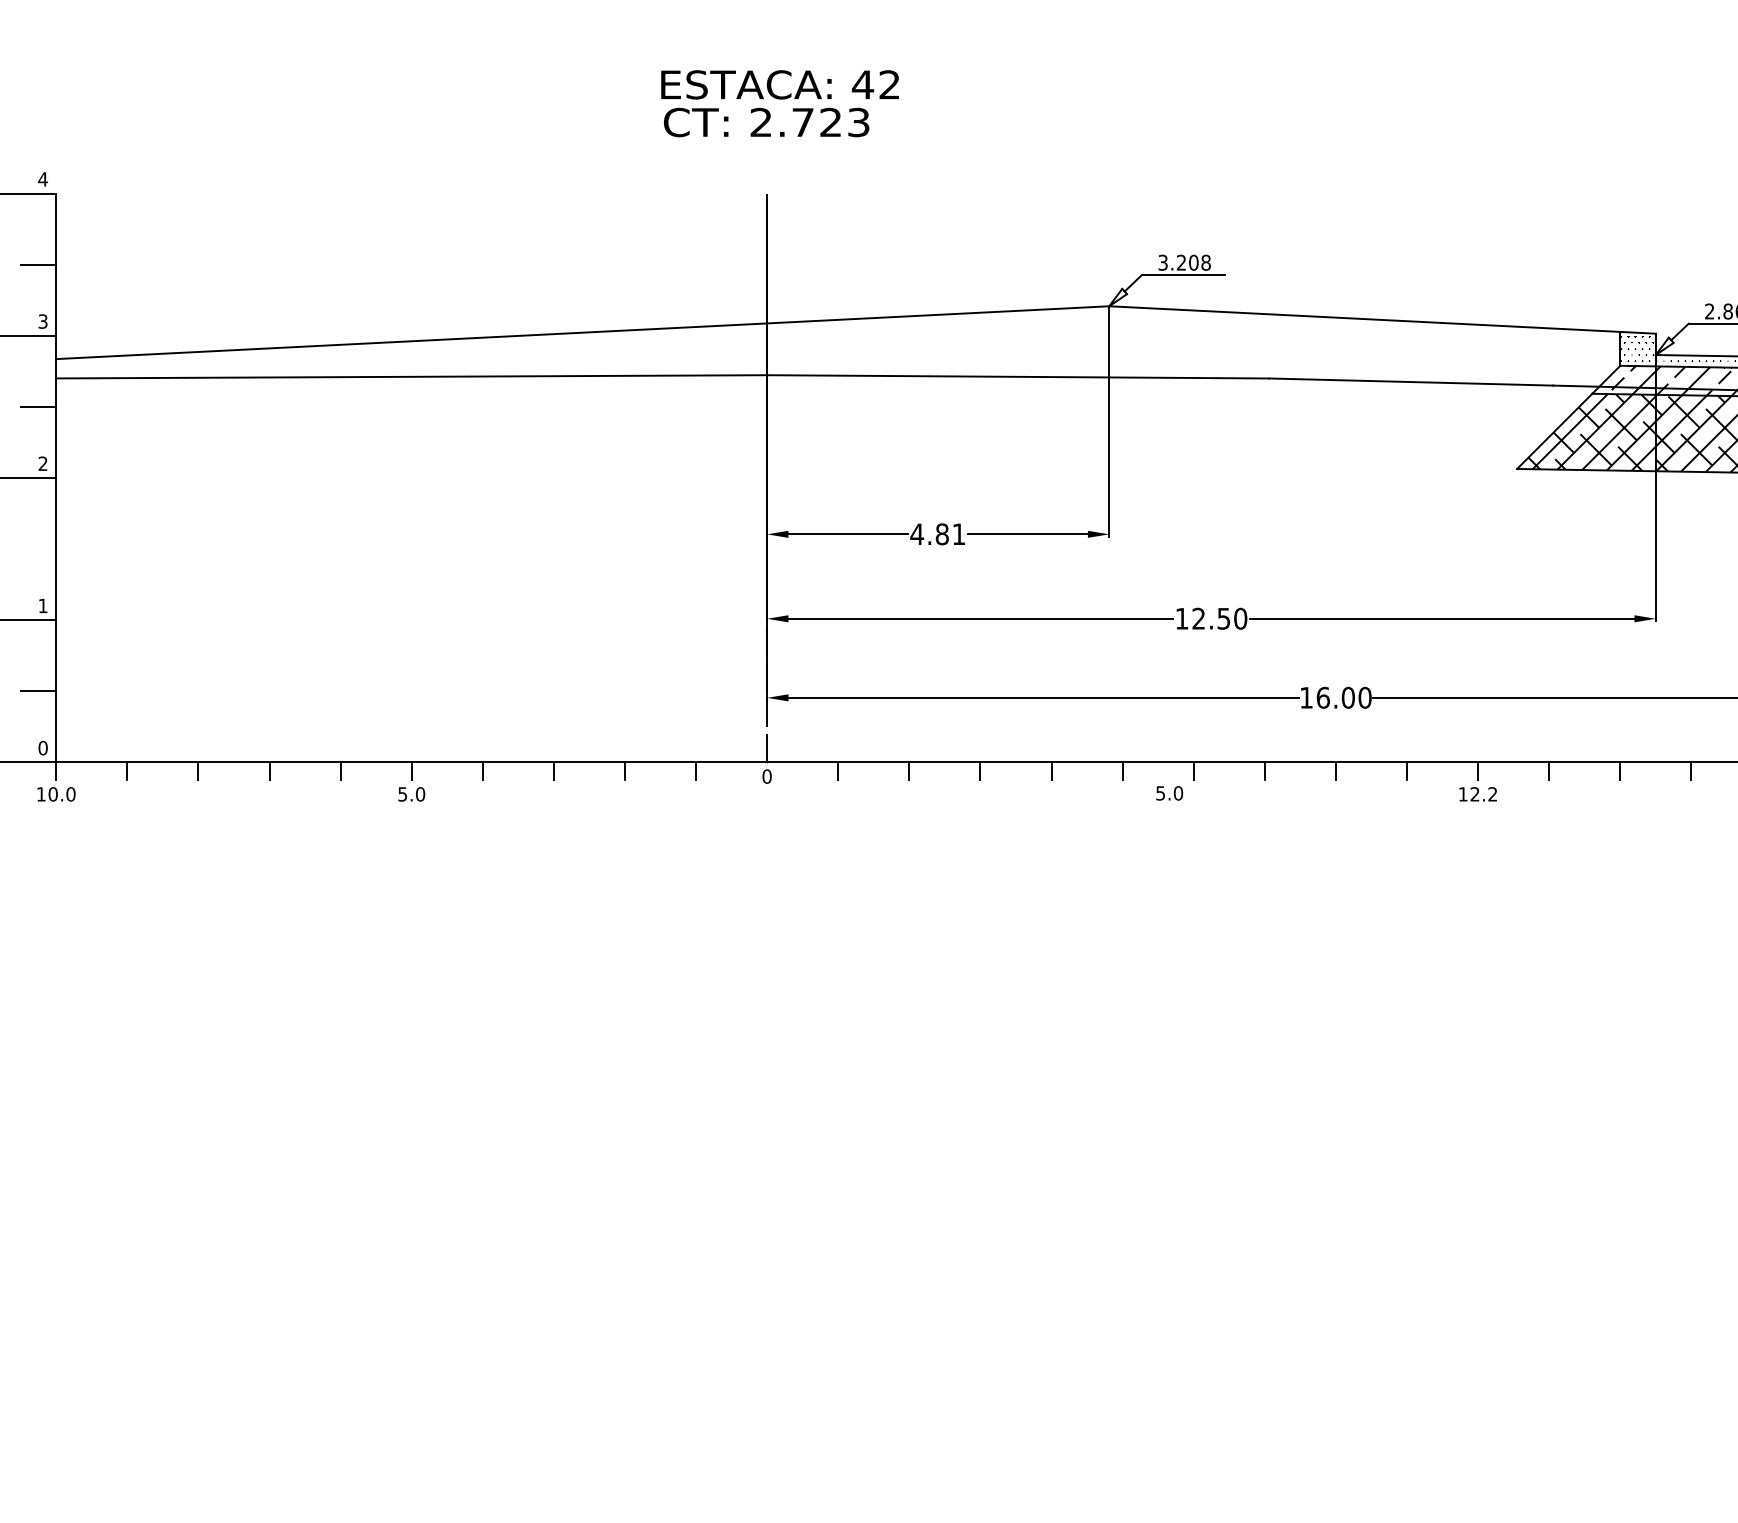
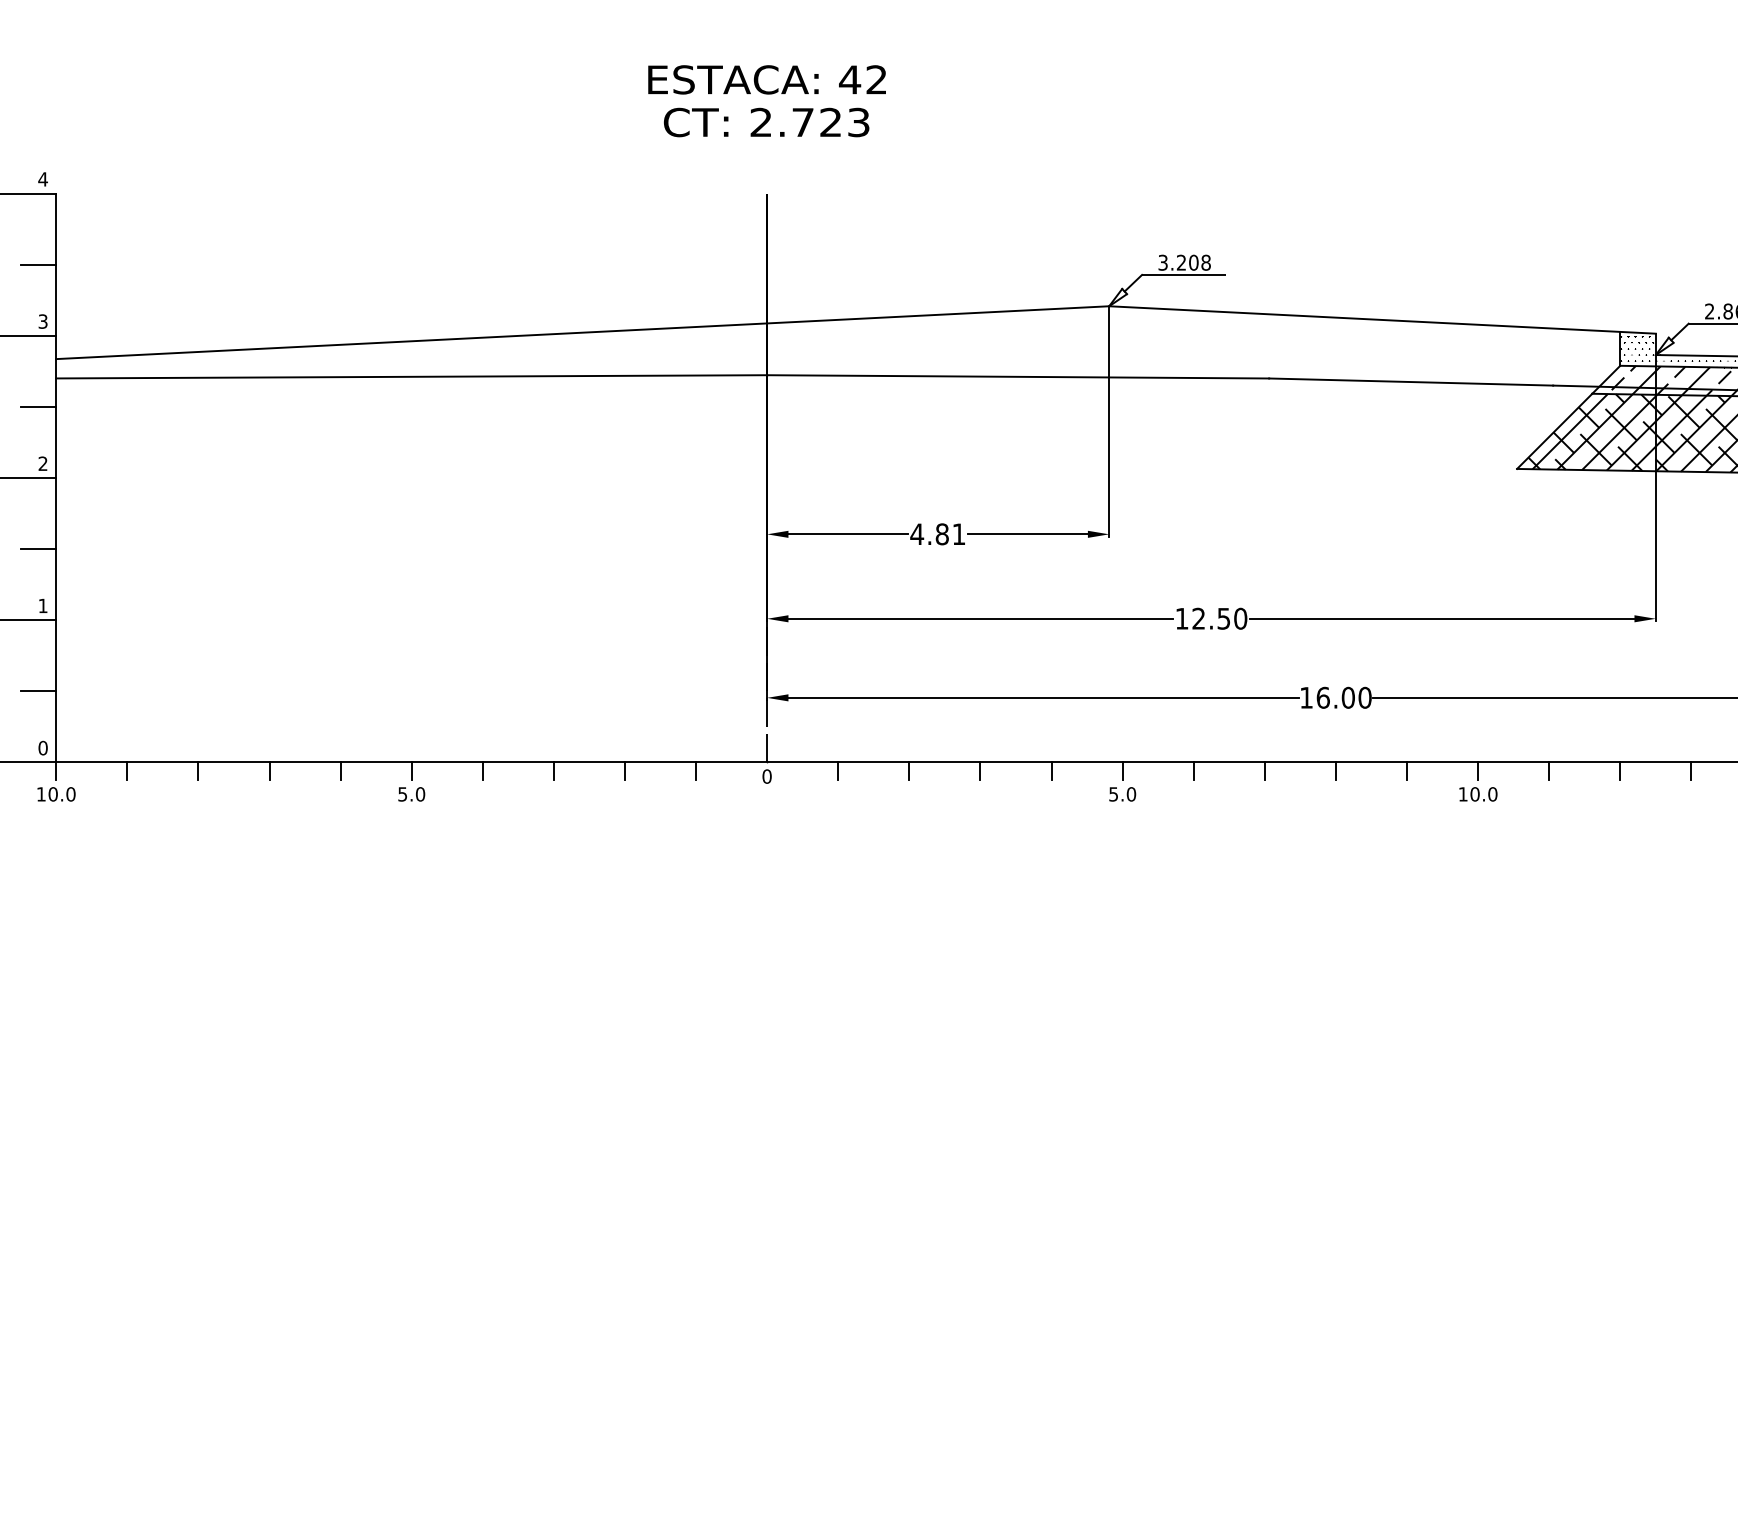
text at (779, 84) position: (779, 84) -> (766, 79)
line at (38, 549): none -> present
text at (1169, 793) position: (1169, 793) -> (1122, 794)
text at (1483, 794): 12.2 -> 10.0
